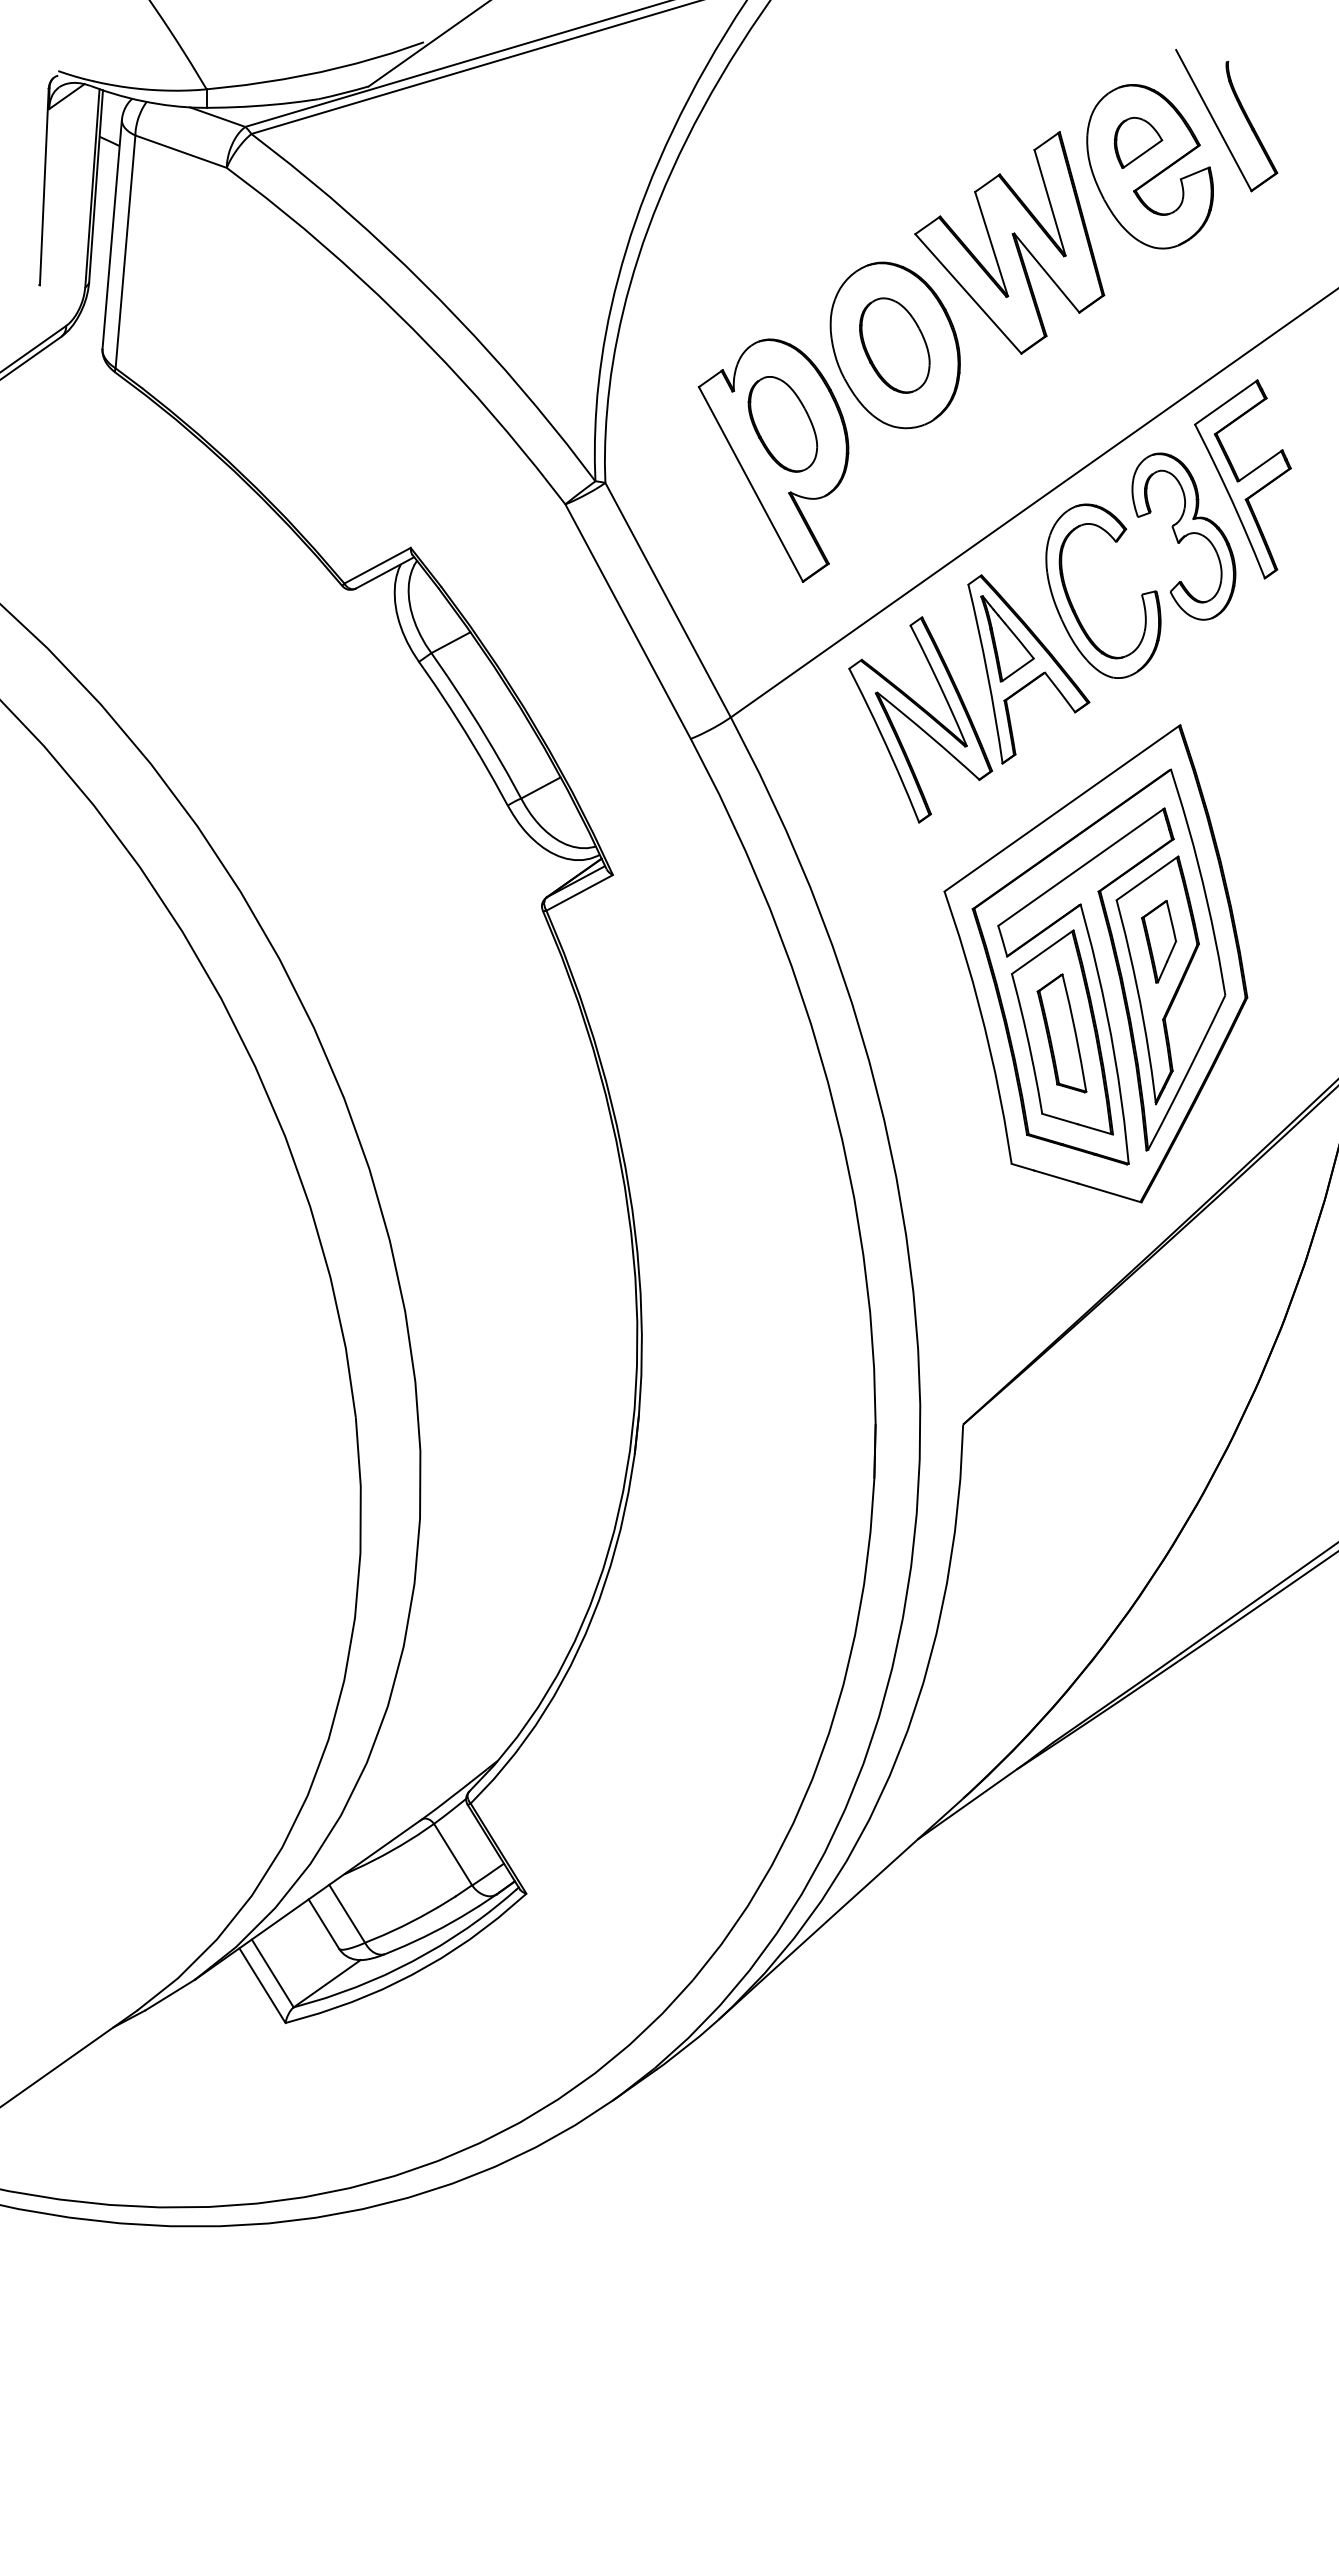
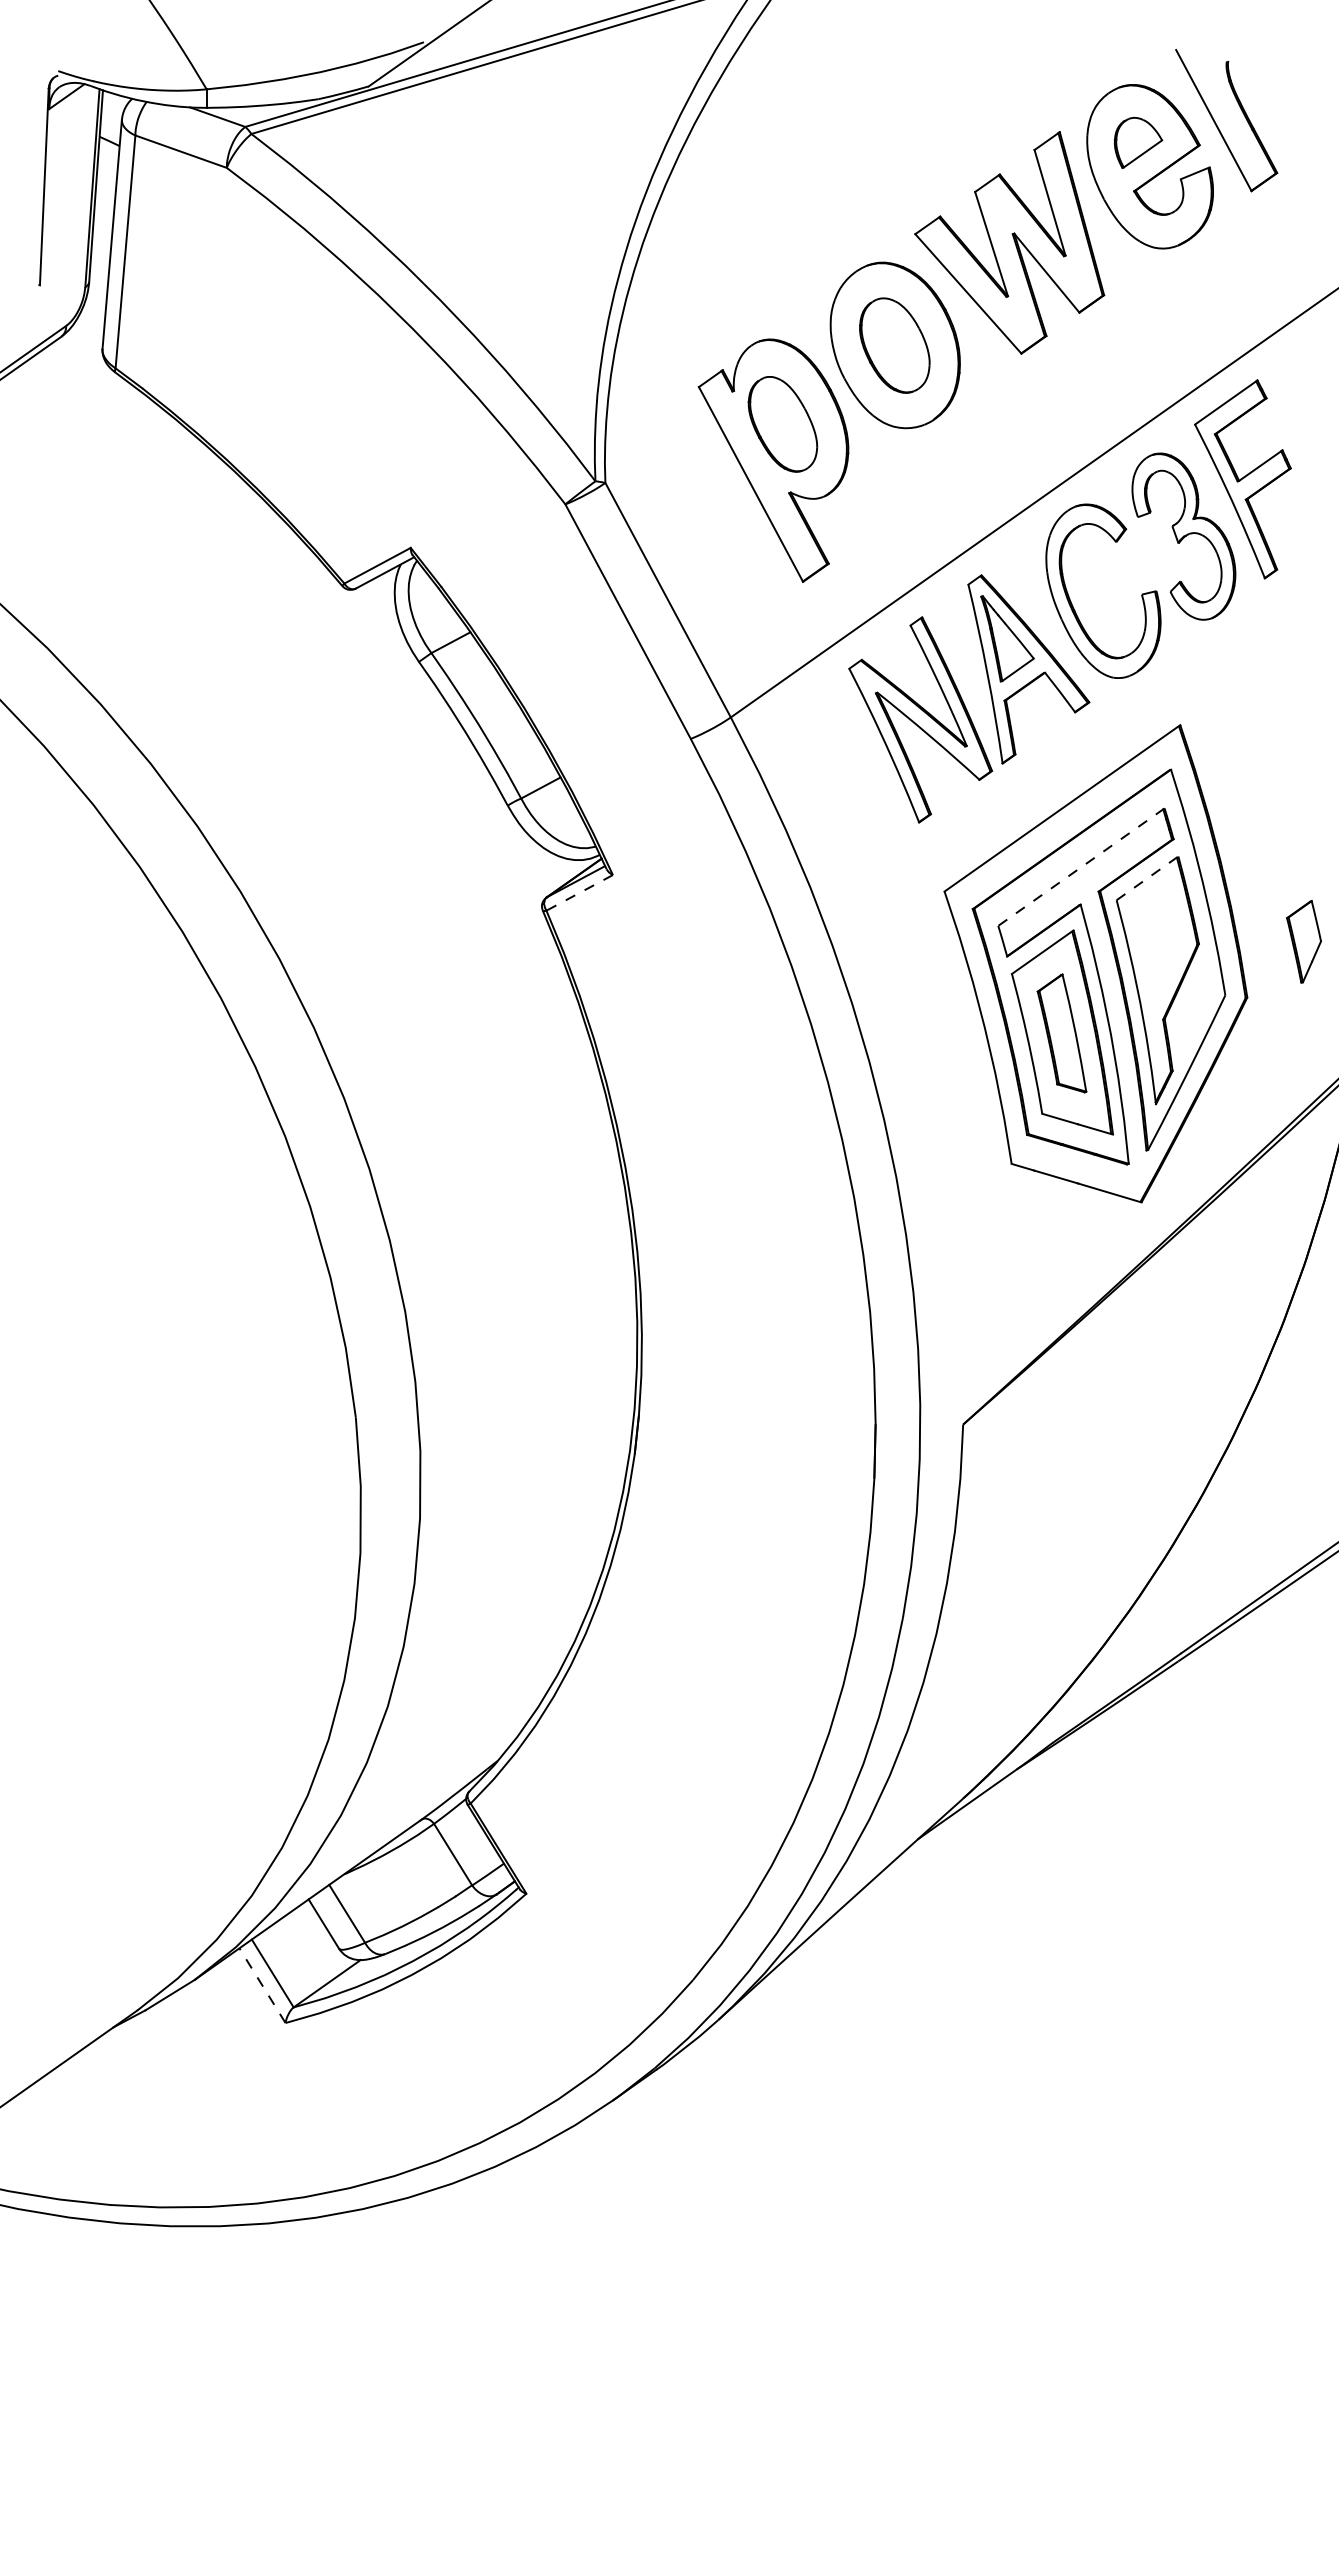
line at (1081, 867): solid -> dashed
line at (1147, 878): solid -> dashed
line at (579, 892): solid -> dashed
part at (1158, 941) position: (1158, 941) -> (1303, 941)
line at (262, 1985): solid -> dashed
